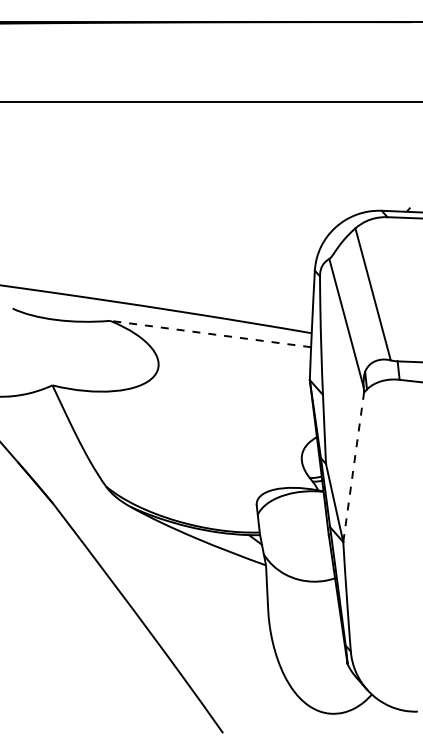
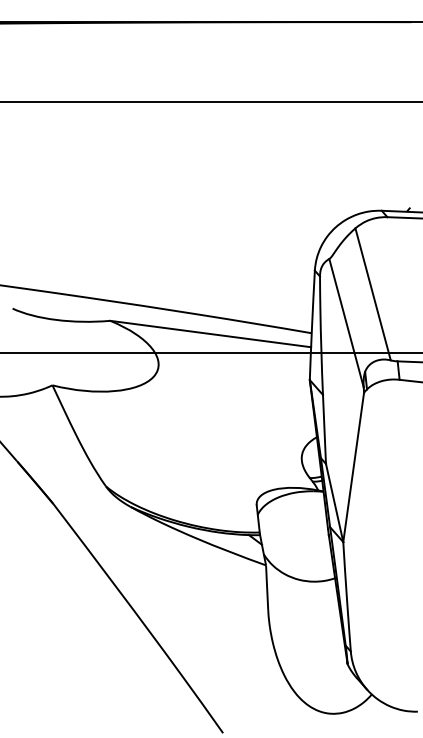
line at (210, 333): dashed -> solid
line at (210, 352): none -> present
line at (353, 466): dashed -> solid
